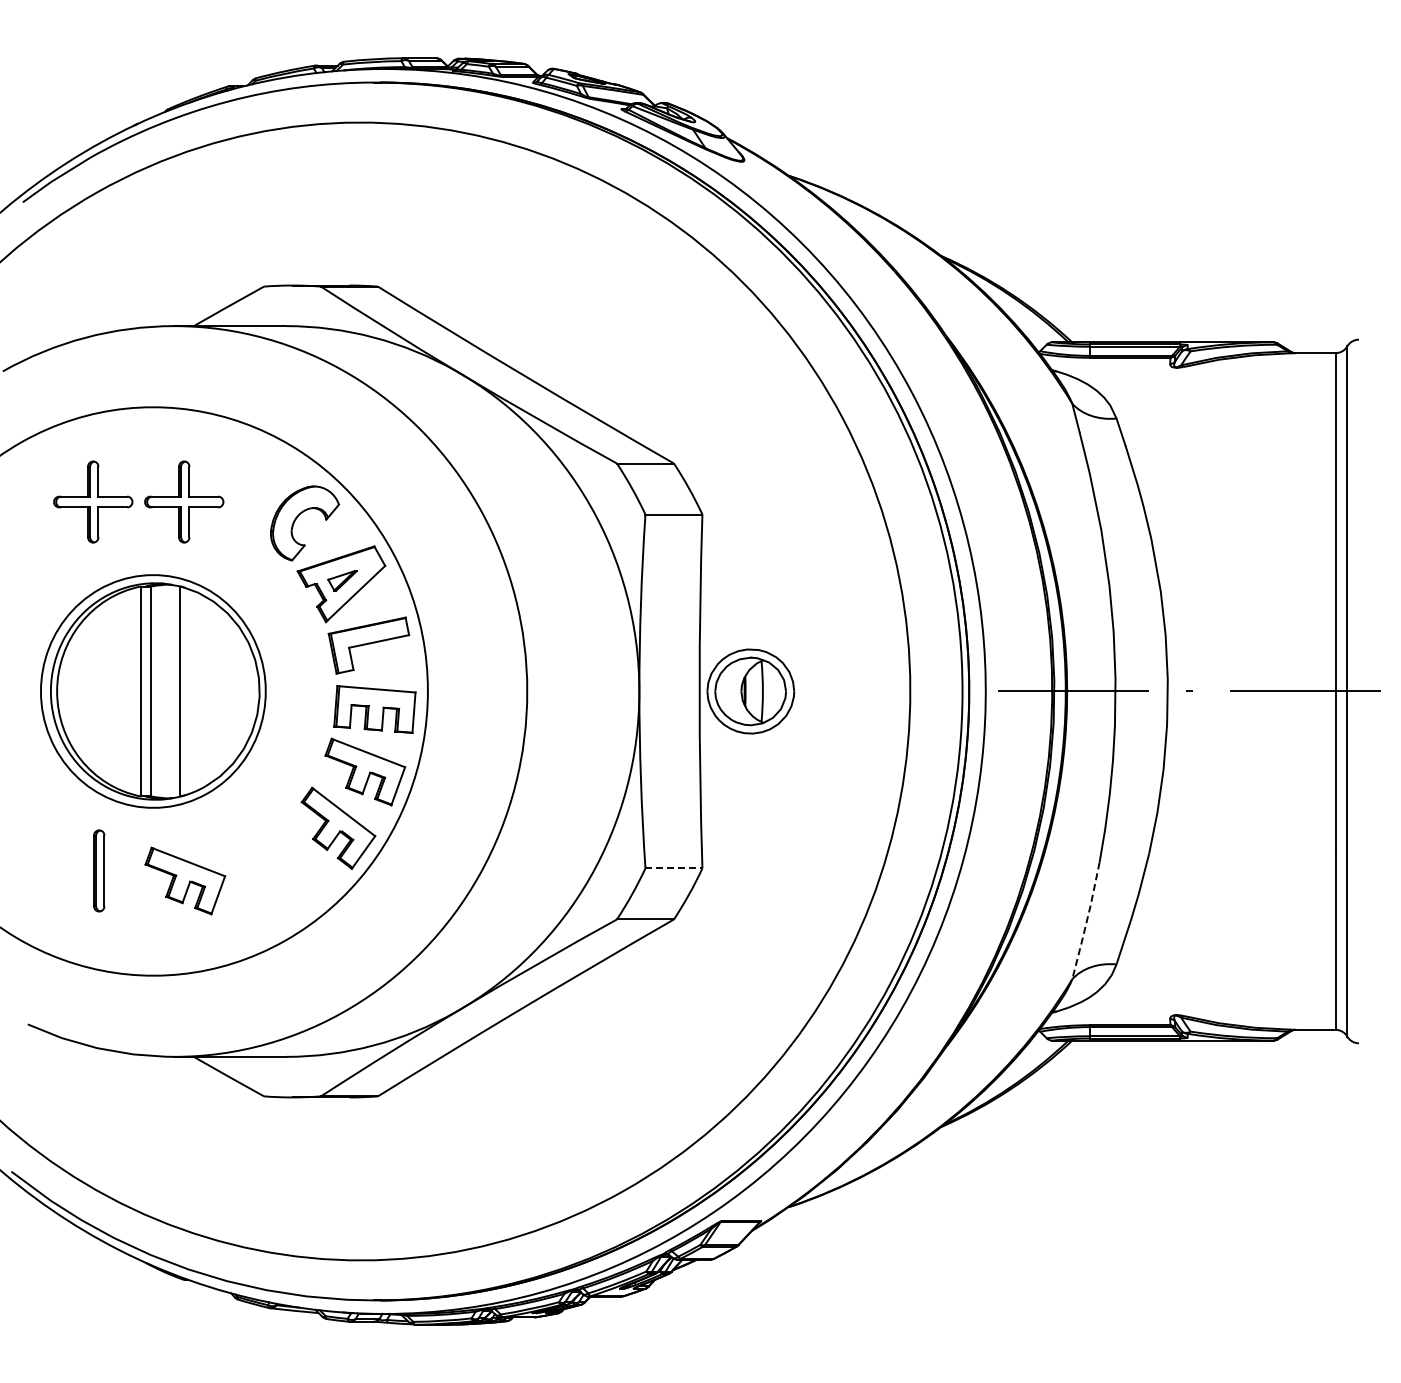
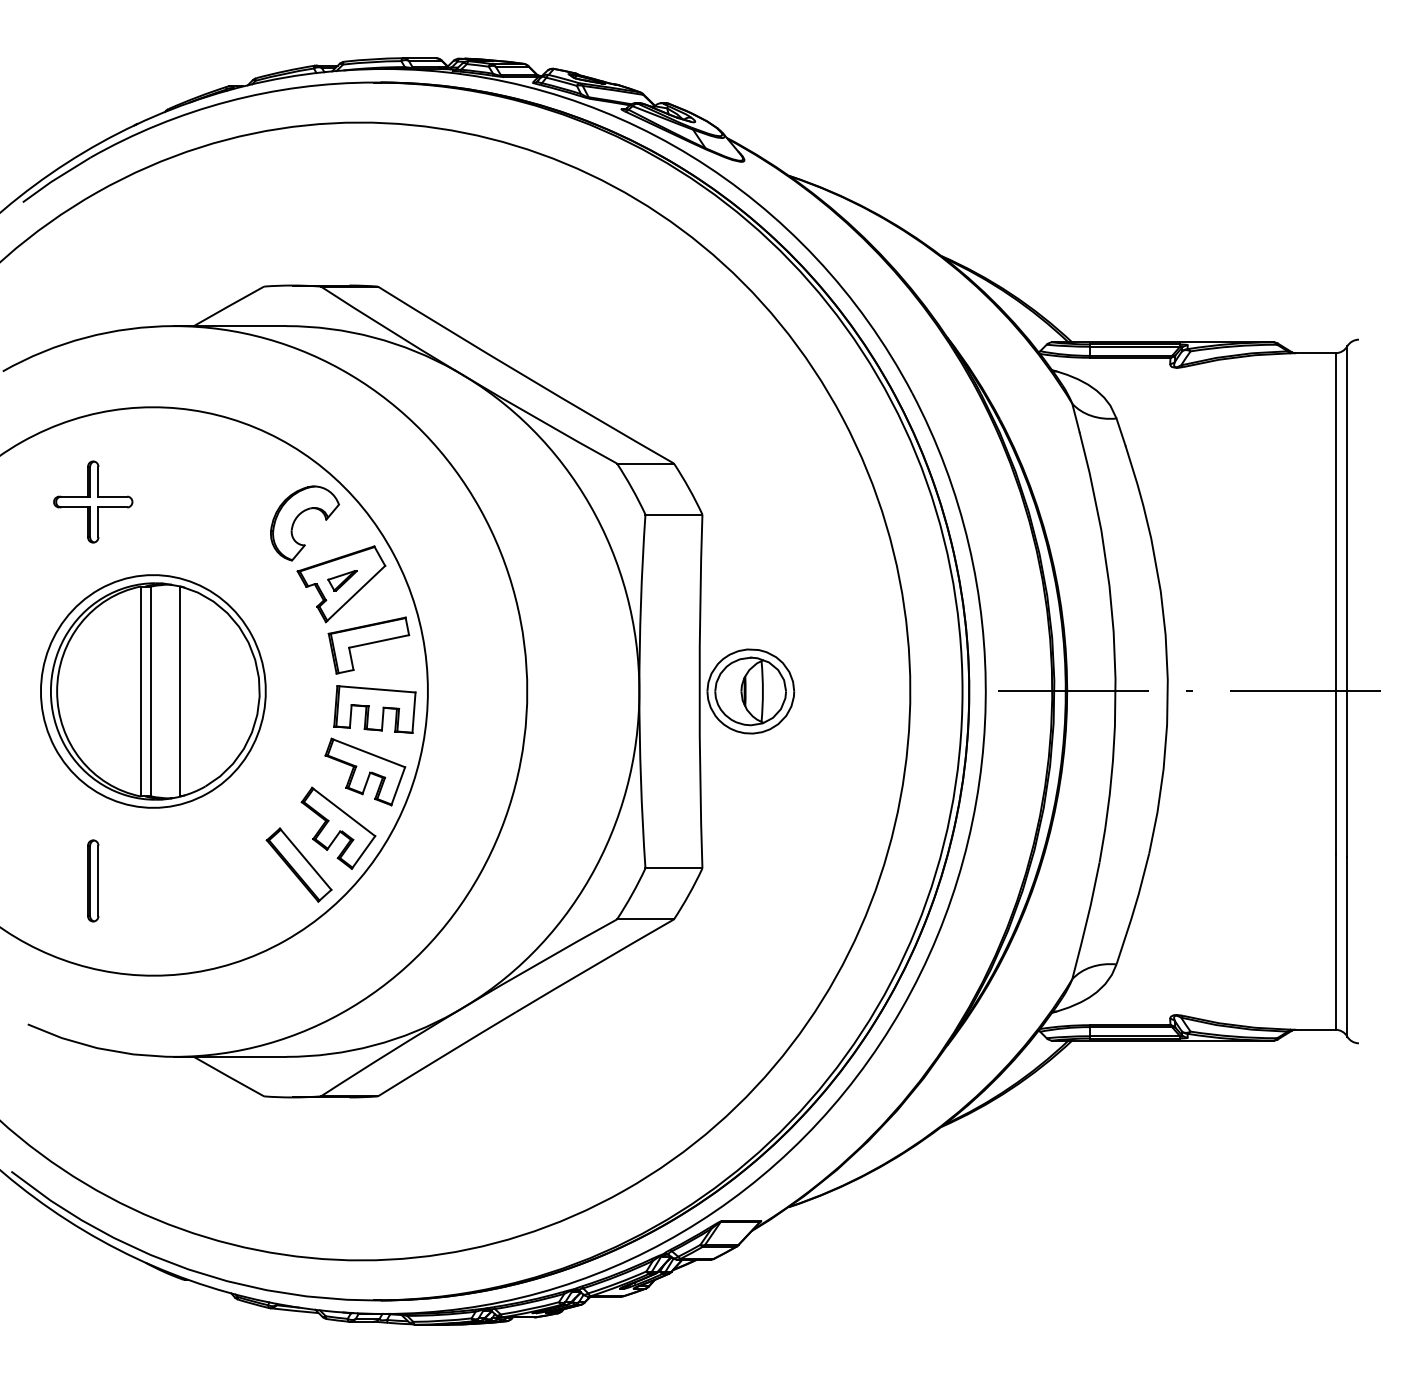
part at (184, 501): present -> none
part at (298, 864): none -> present
line at (674, 868): dashed -> solid
part at (99, 870) position: (99, 870) -> (93, 880)
part at (185, 880): present -> none
line at (1086, 921): dashed -> solid
